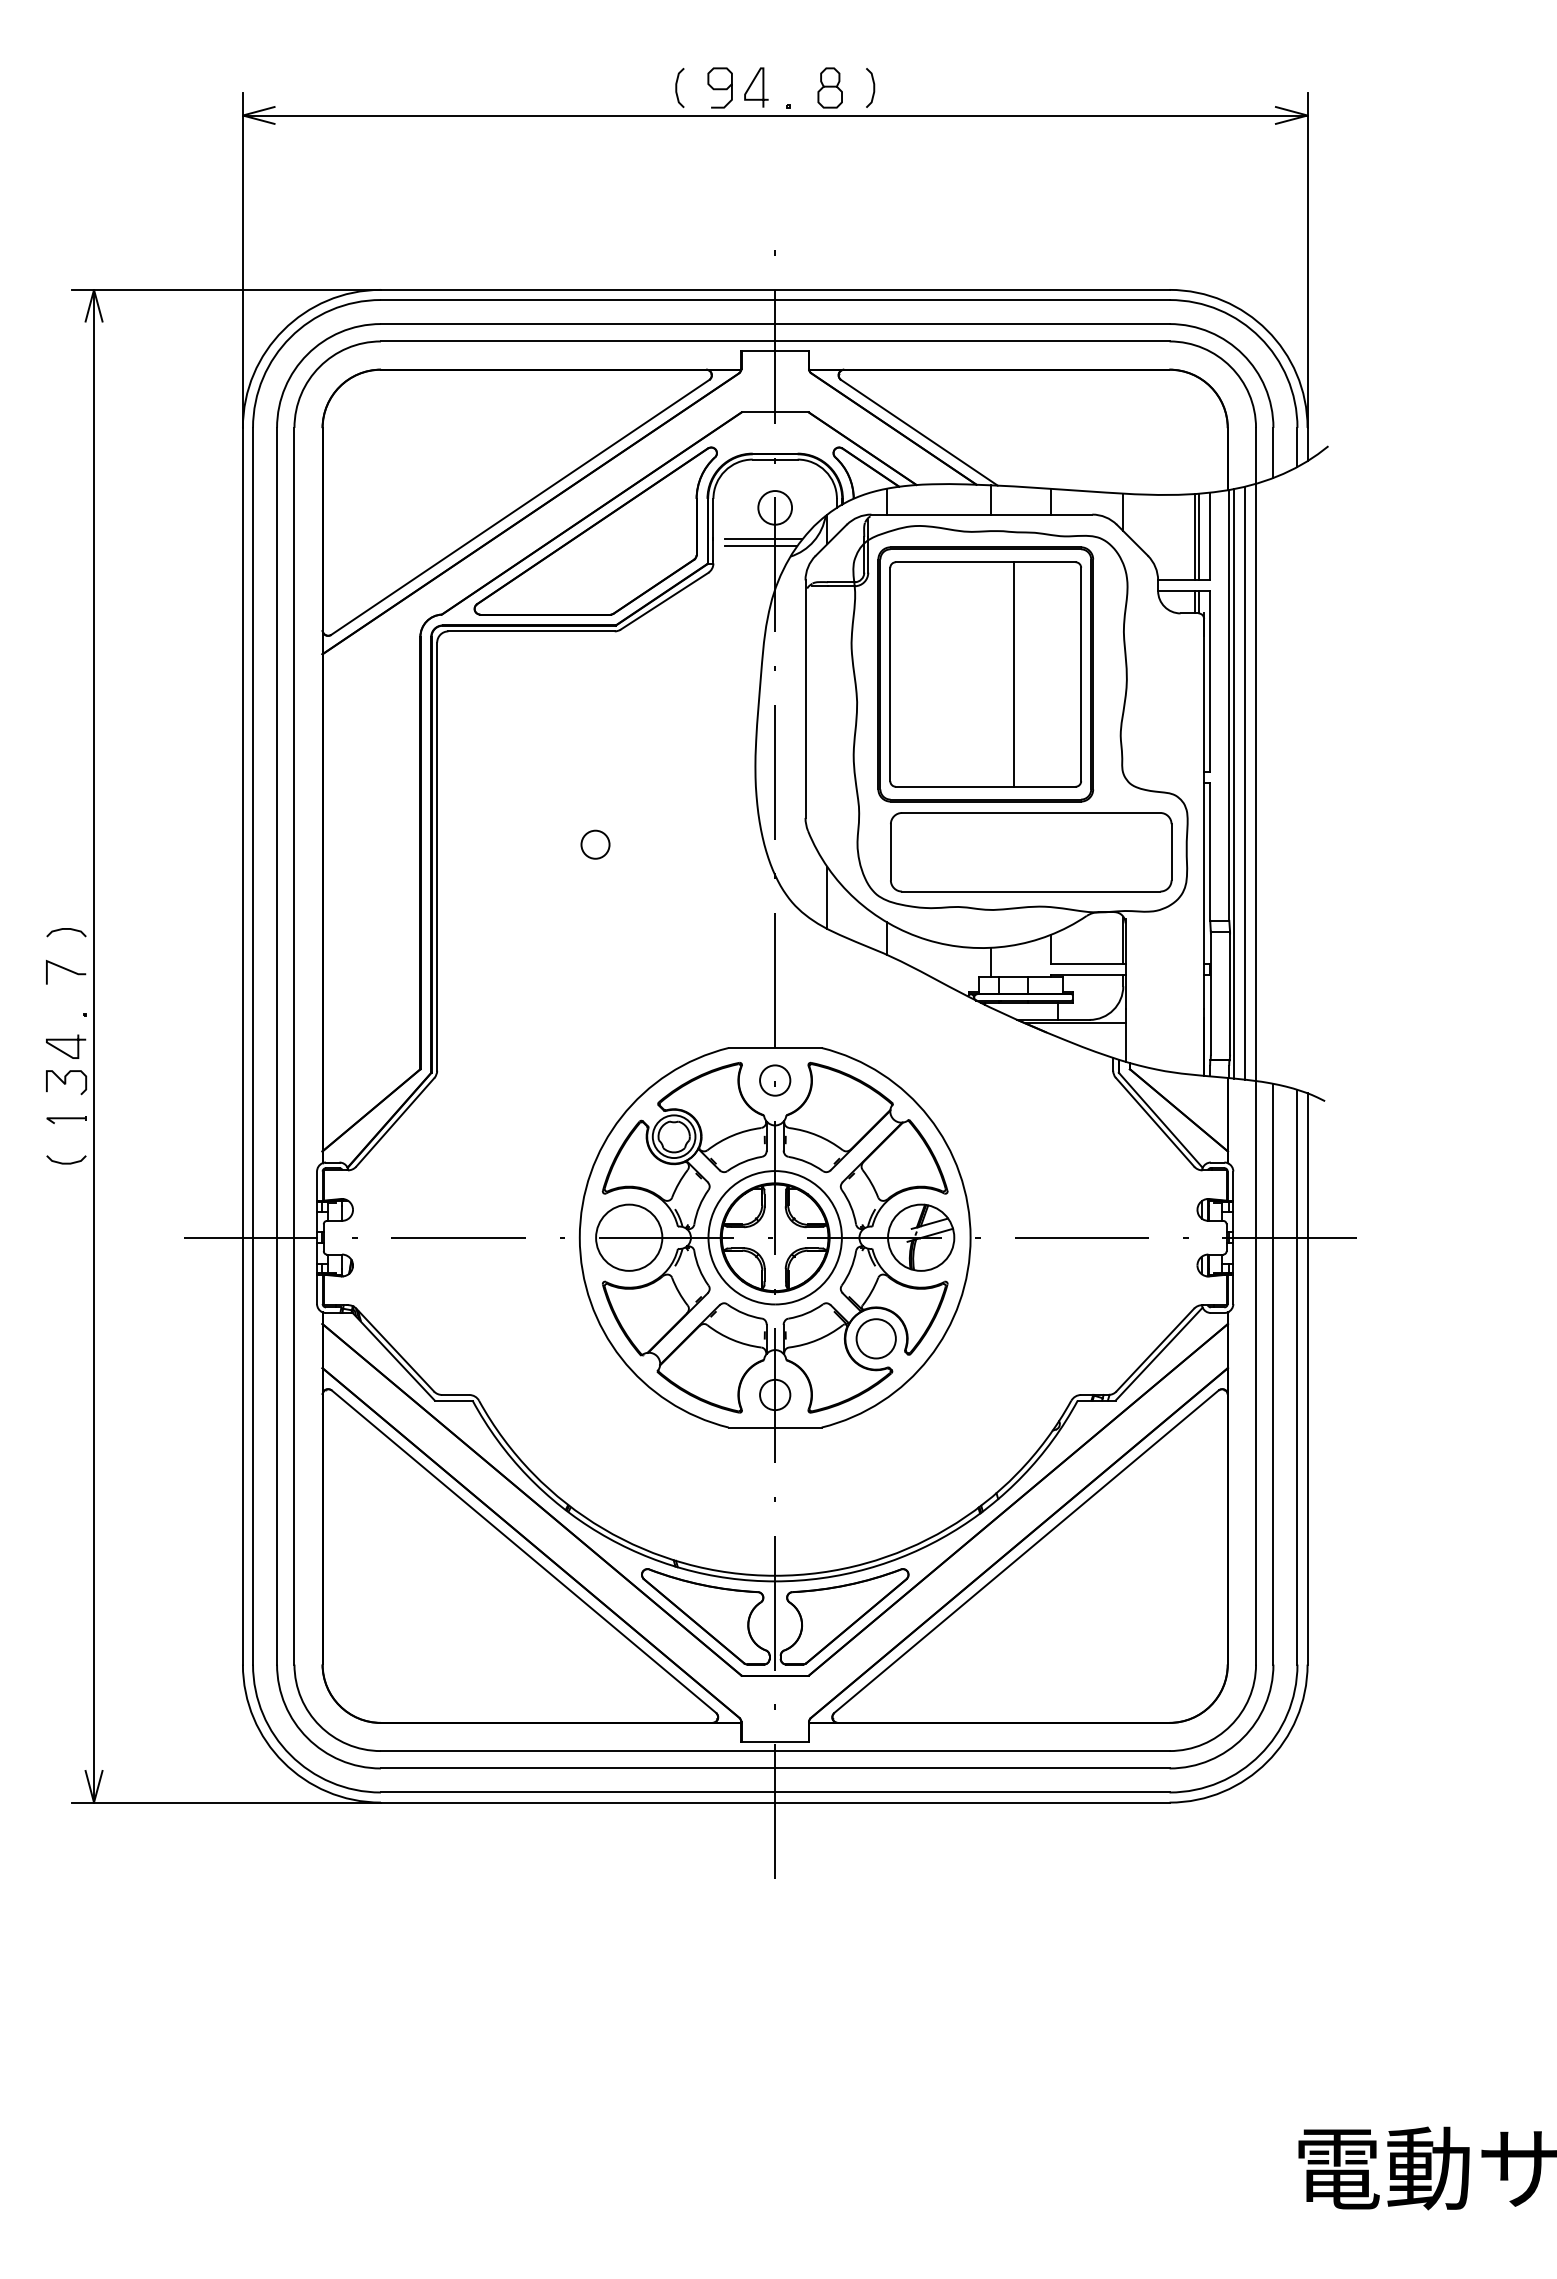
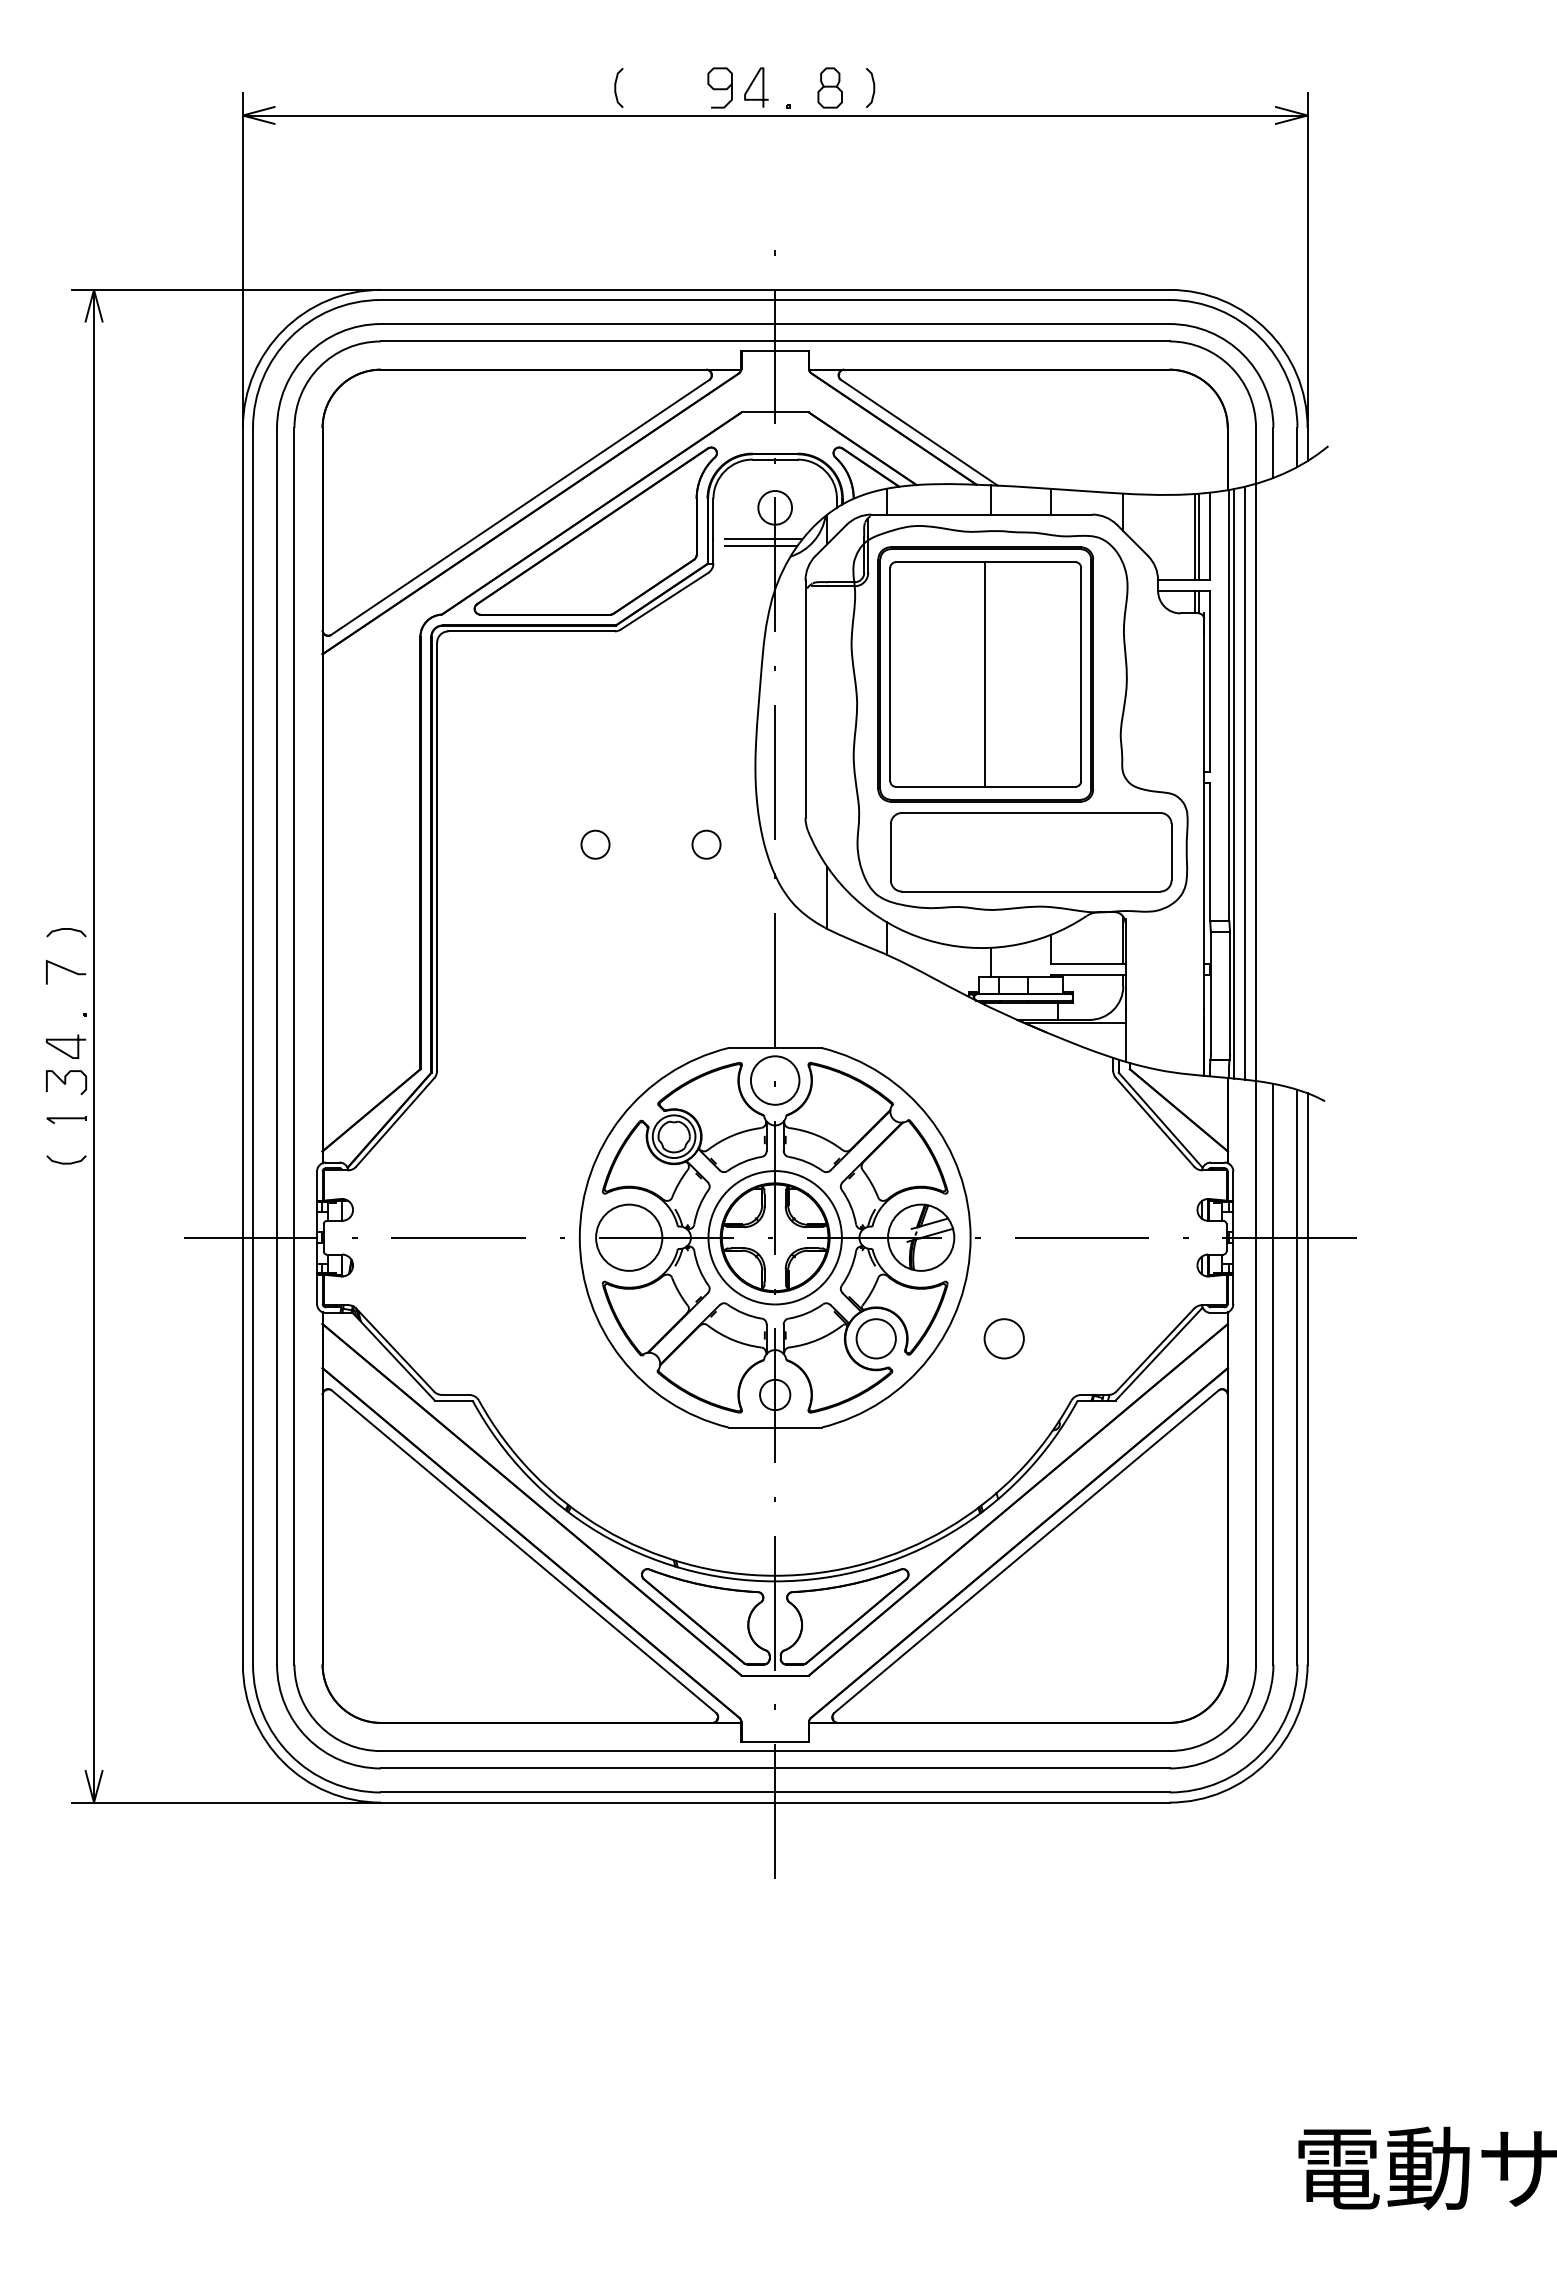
curve at (677, 87) position: (677, 87) -> (616, 87)
line at (1013, 674) position: (1013, 674) -> (984, 674)
circle at (706, 844): none -> present
circle at (775, 1080) diameter: 30 px -> 49 px
circle at (1003, 1338): none -> present
